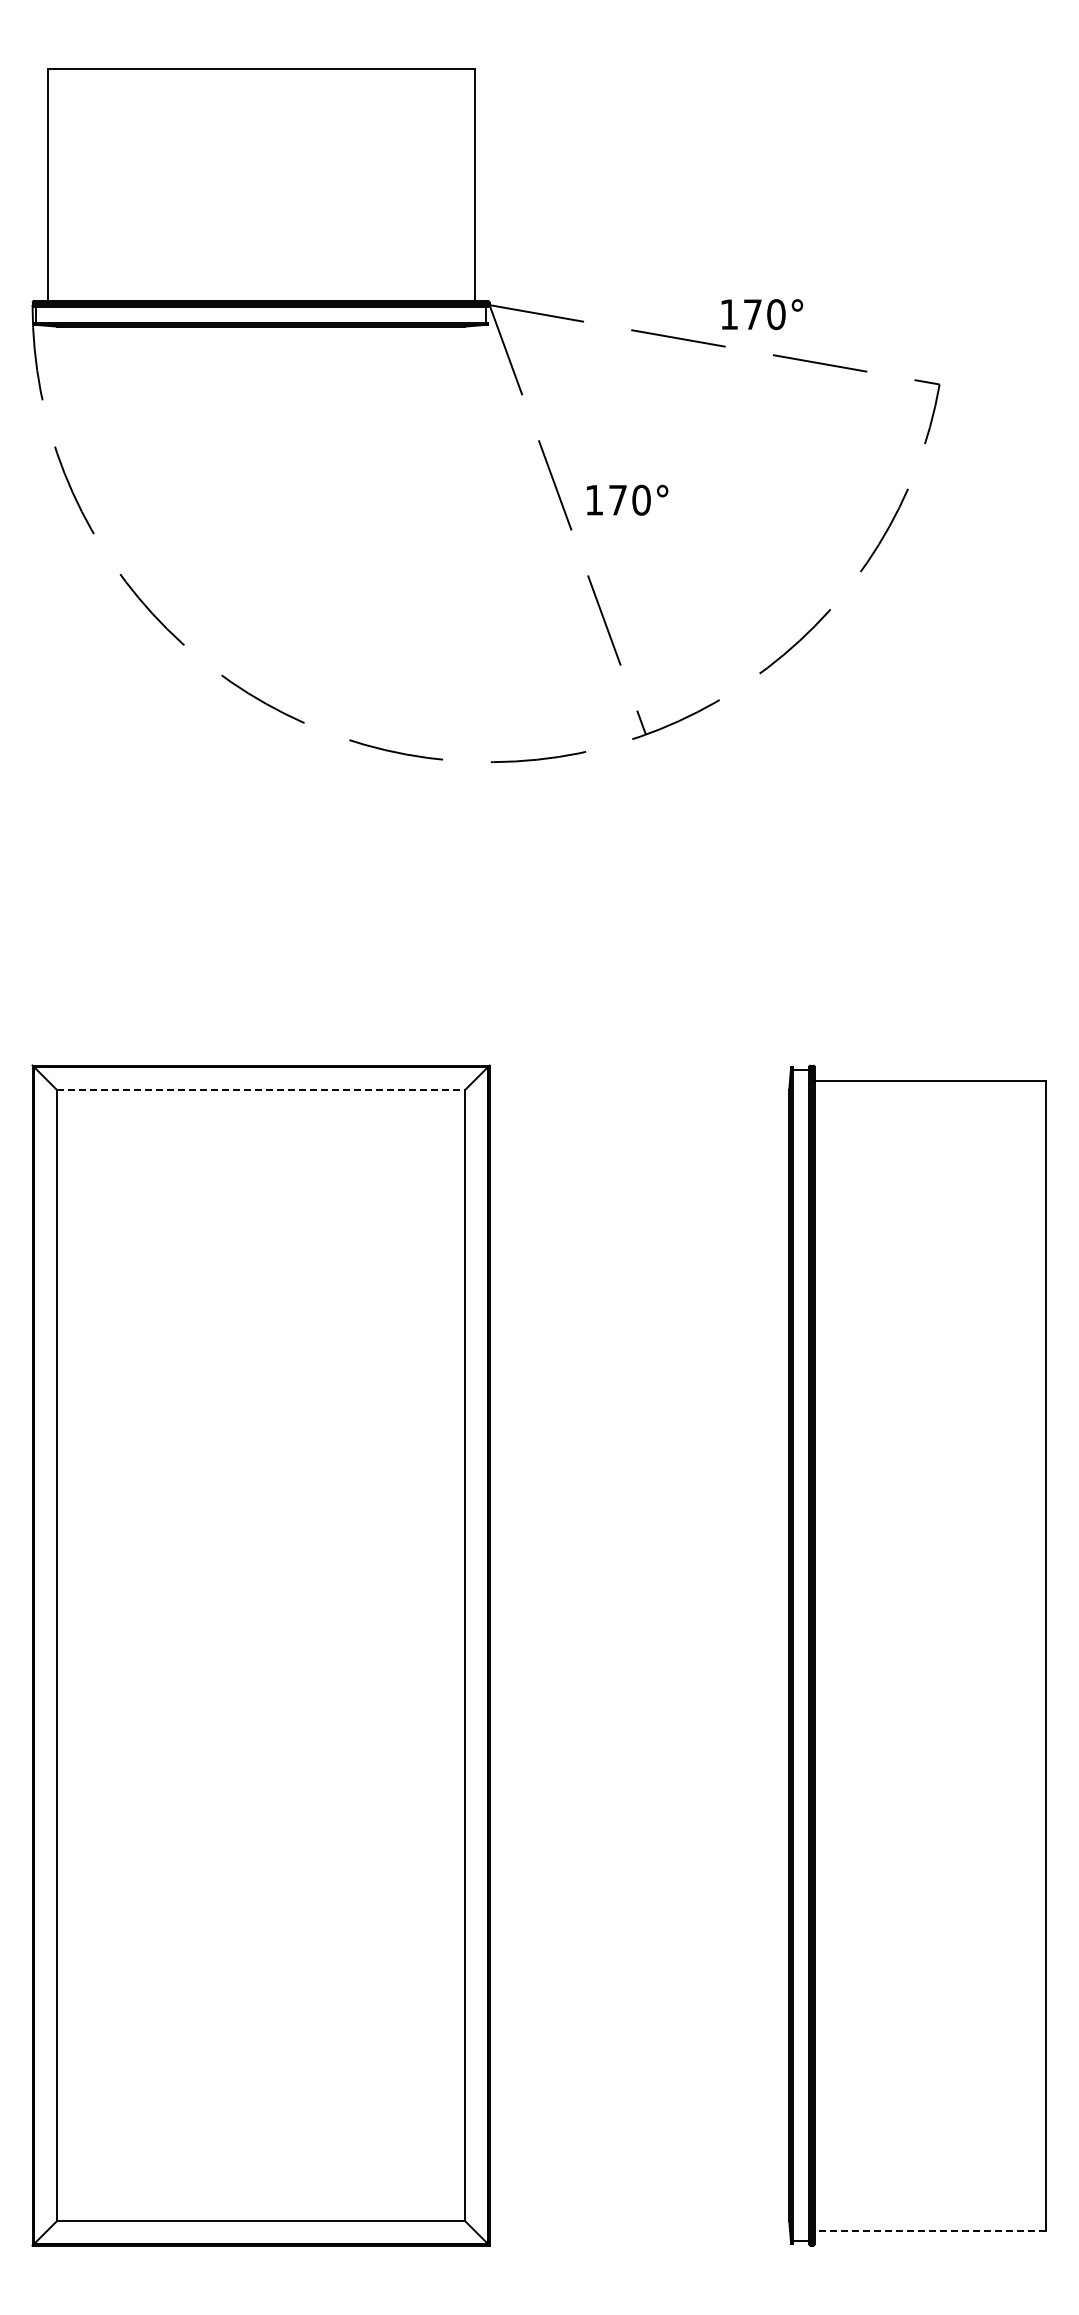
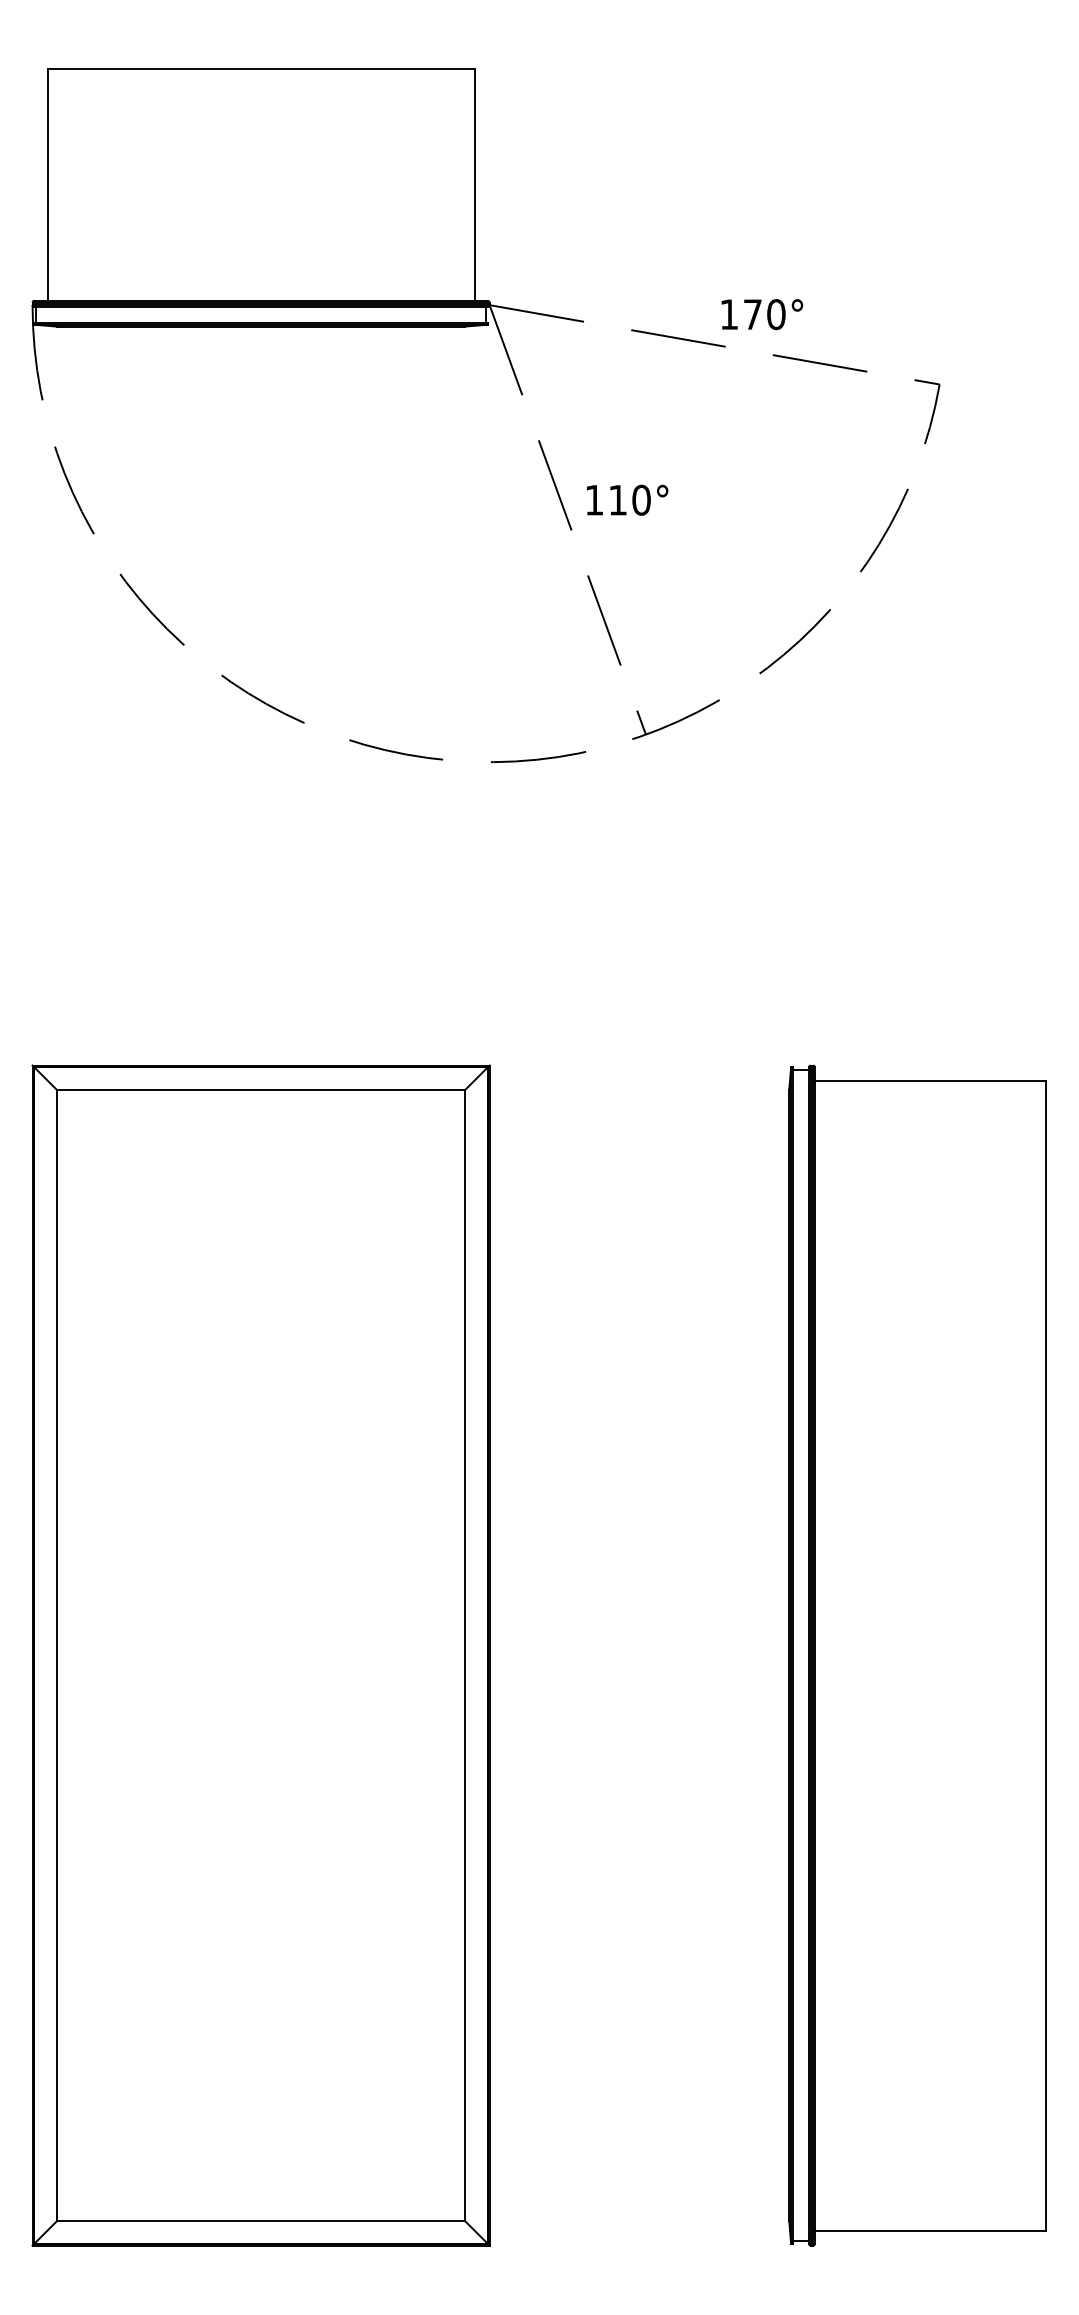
text at (617, 500): 170° -> 110°
line at (261, 1089): dashed -> solid
line at (930, 2230): dashed -> solid
